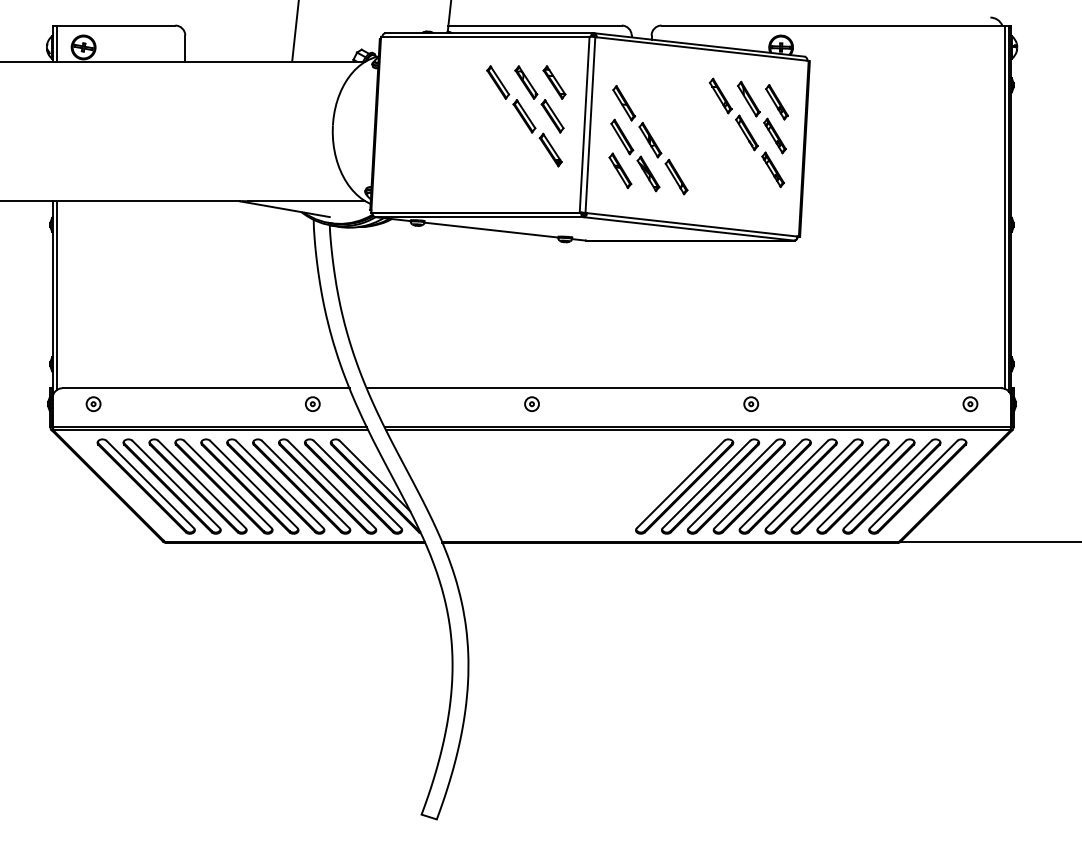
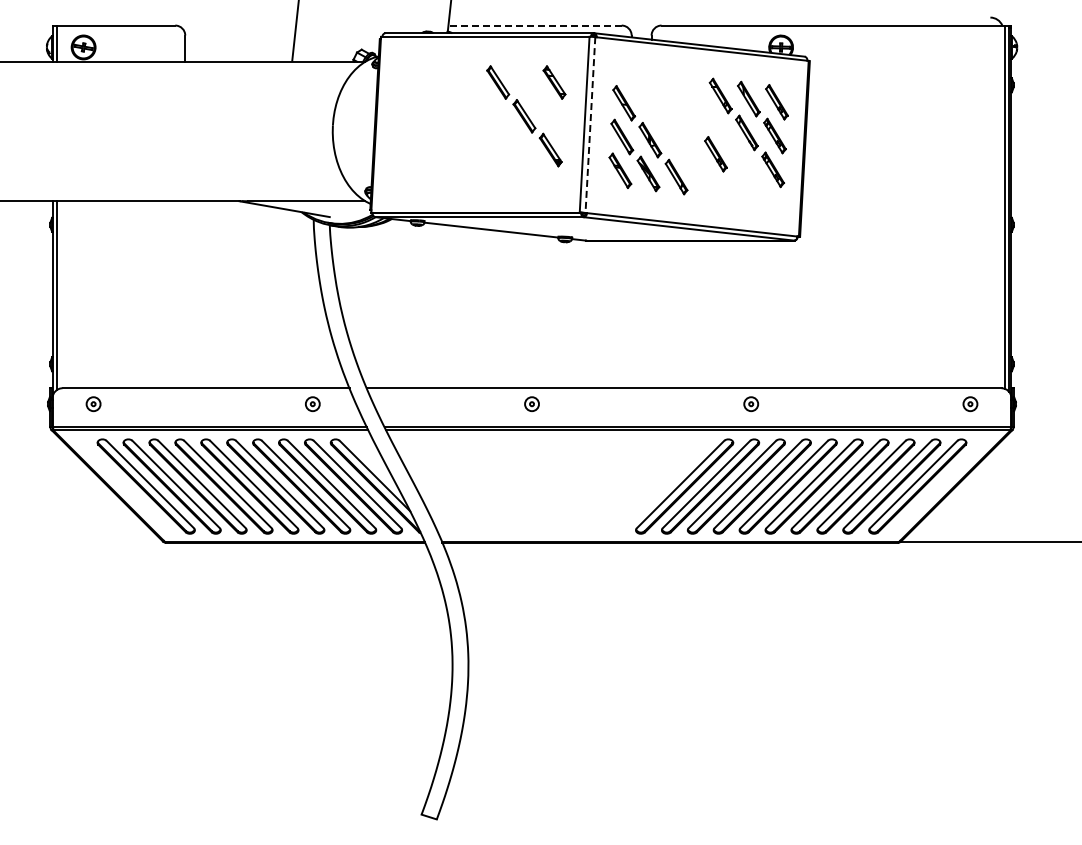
line at (535, 25): solid -> dashed
part at (539, 99): present -> none
line at (590, 125): solid -> dashed
part at (715, 154): none -> present
